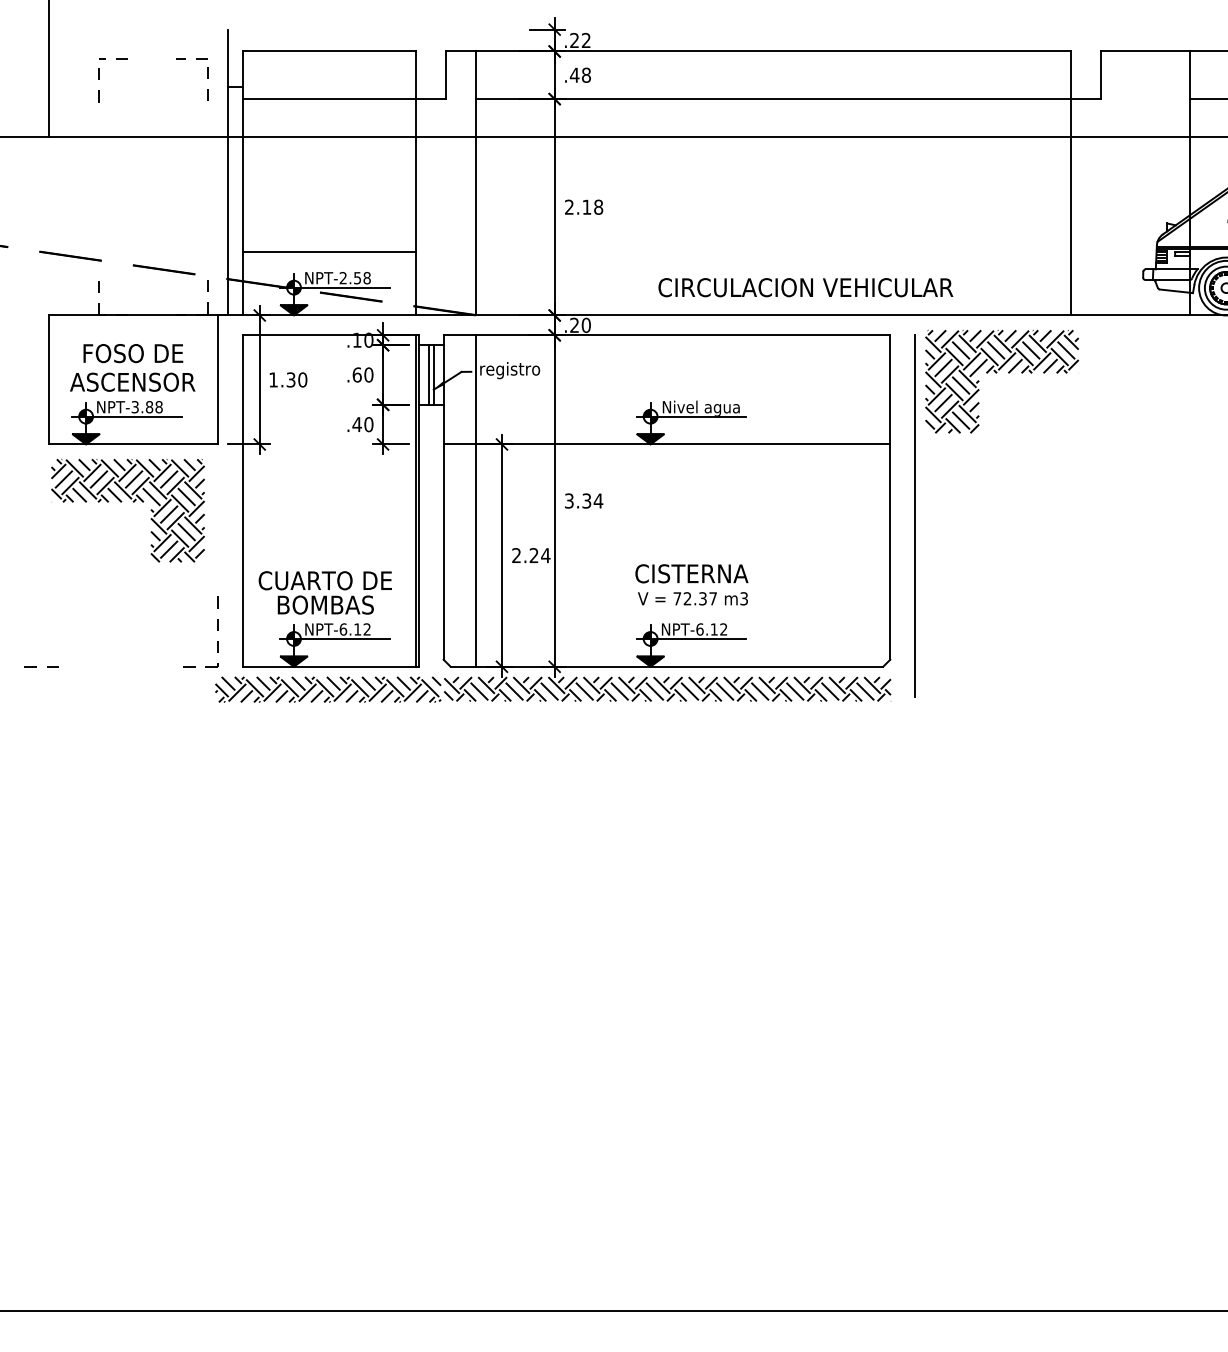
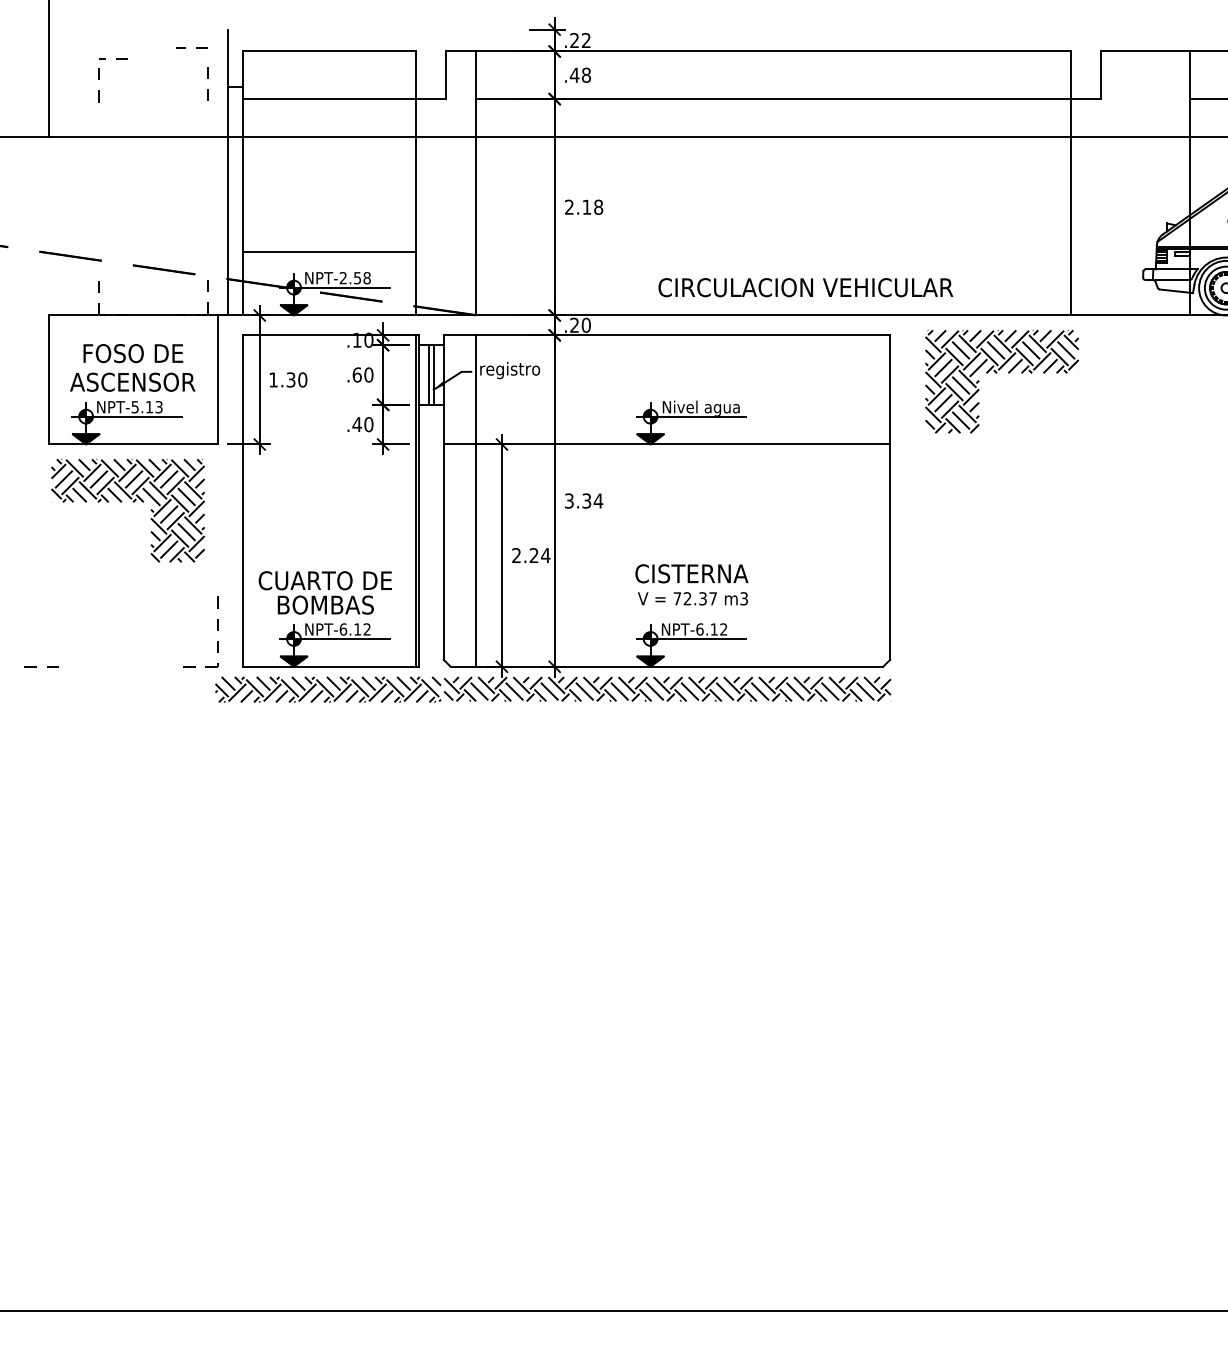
line at (196, 58) position: (196, 58) -> (196, 47)
text at (147, 407): NPT-3.88 -> NPT-5.13
line at (915, 515): present -> none
